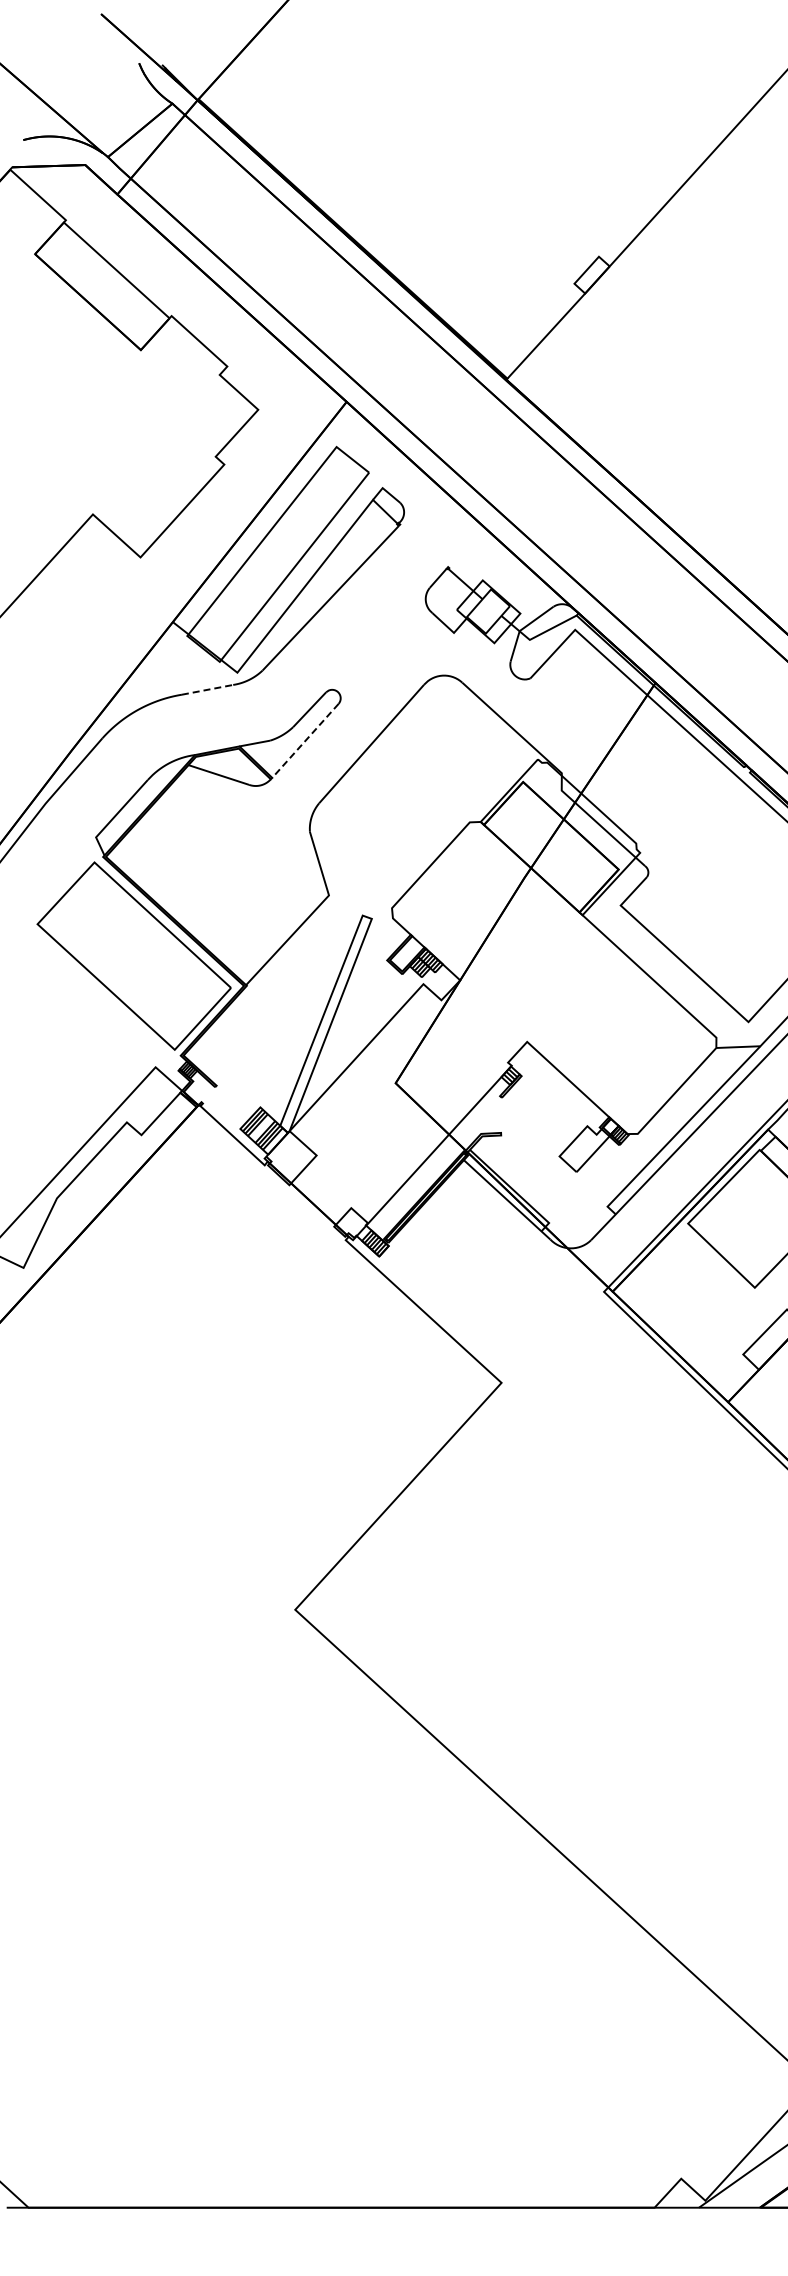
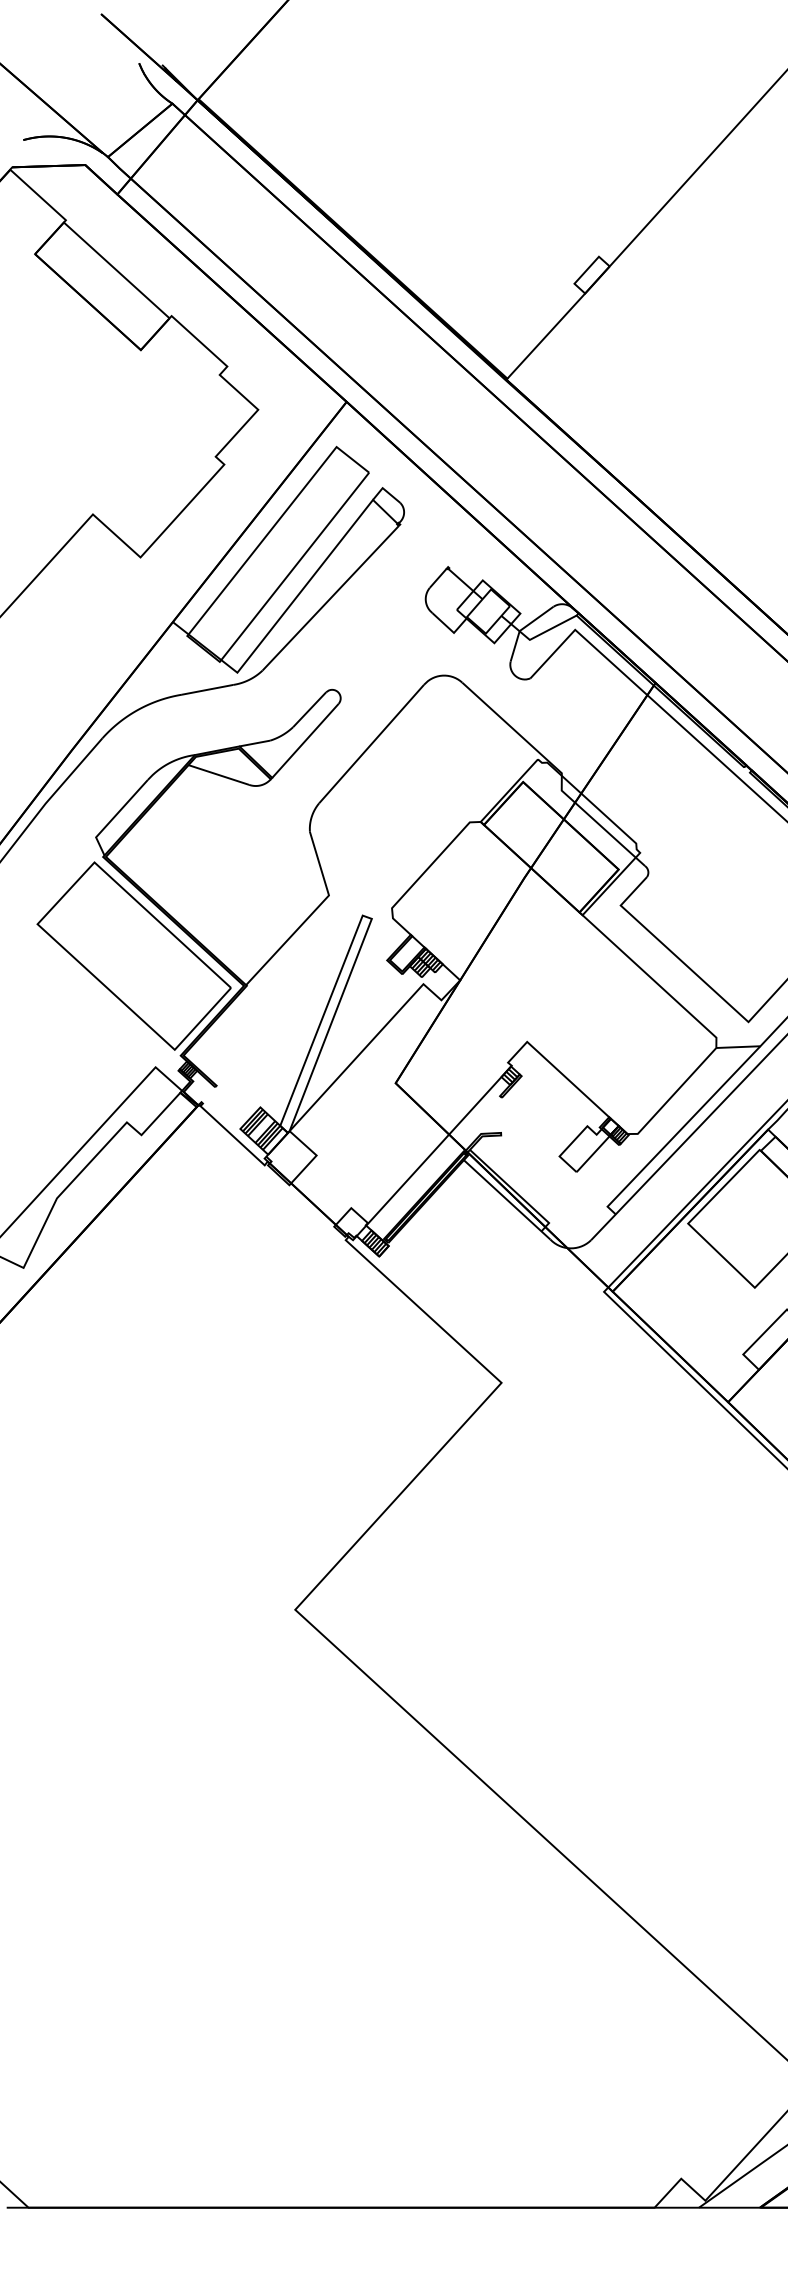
line at (208, 689): dashed -> solid
line at (305, 740): dashed -> solid
